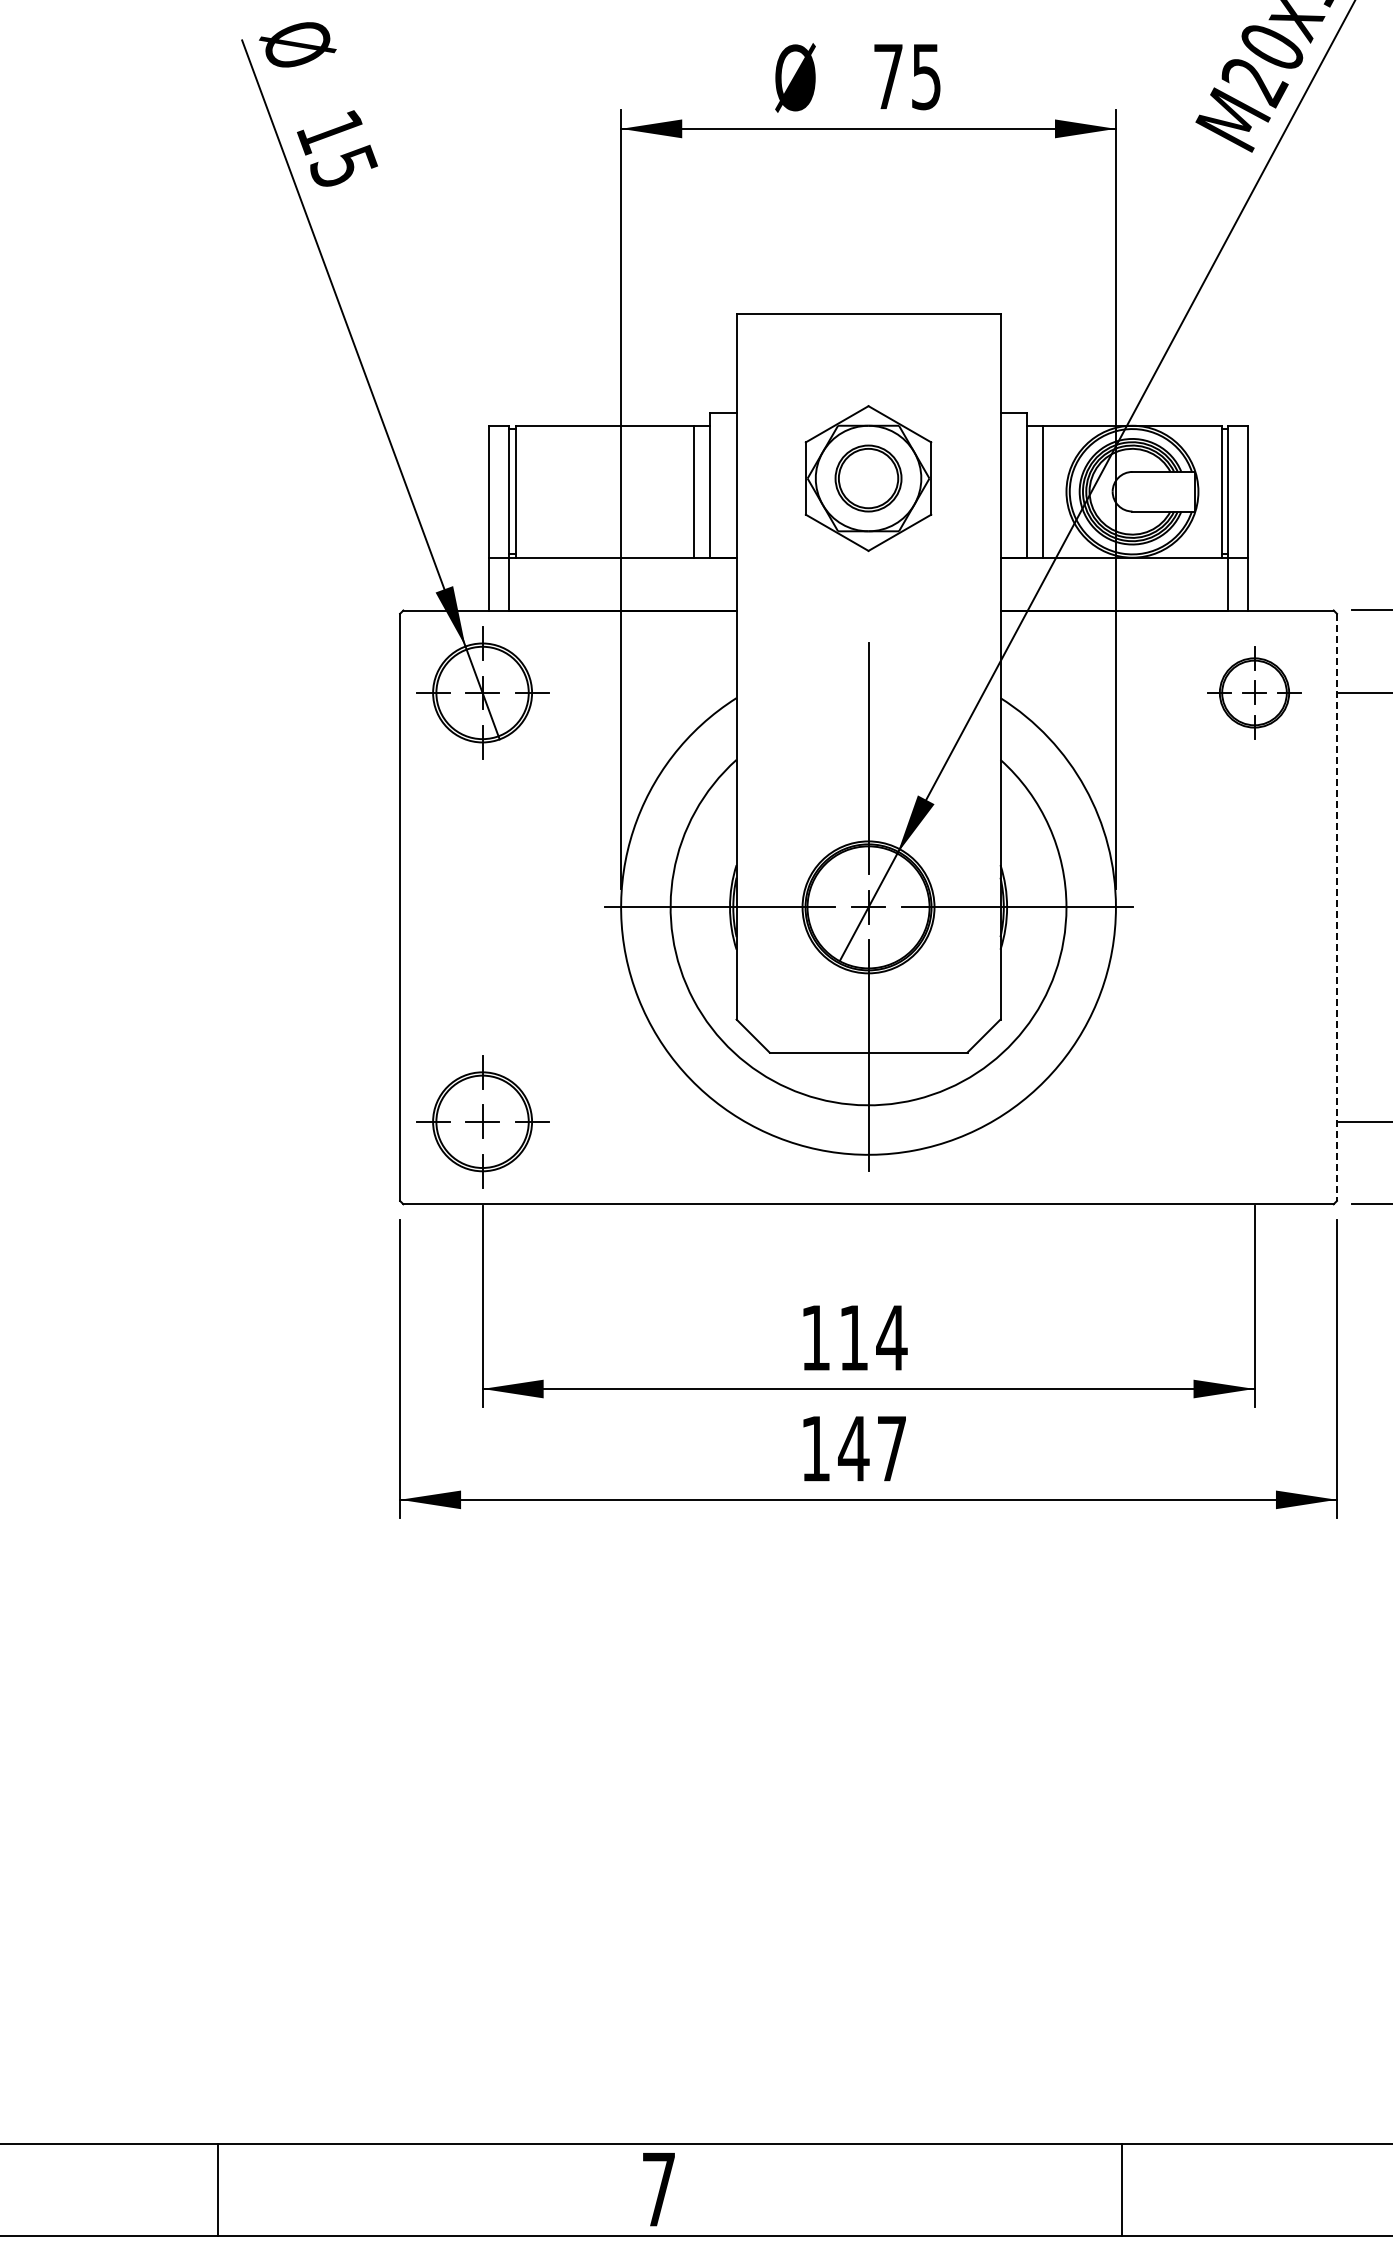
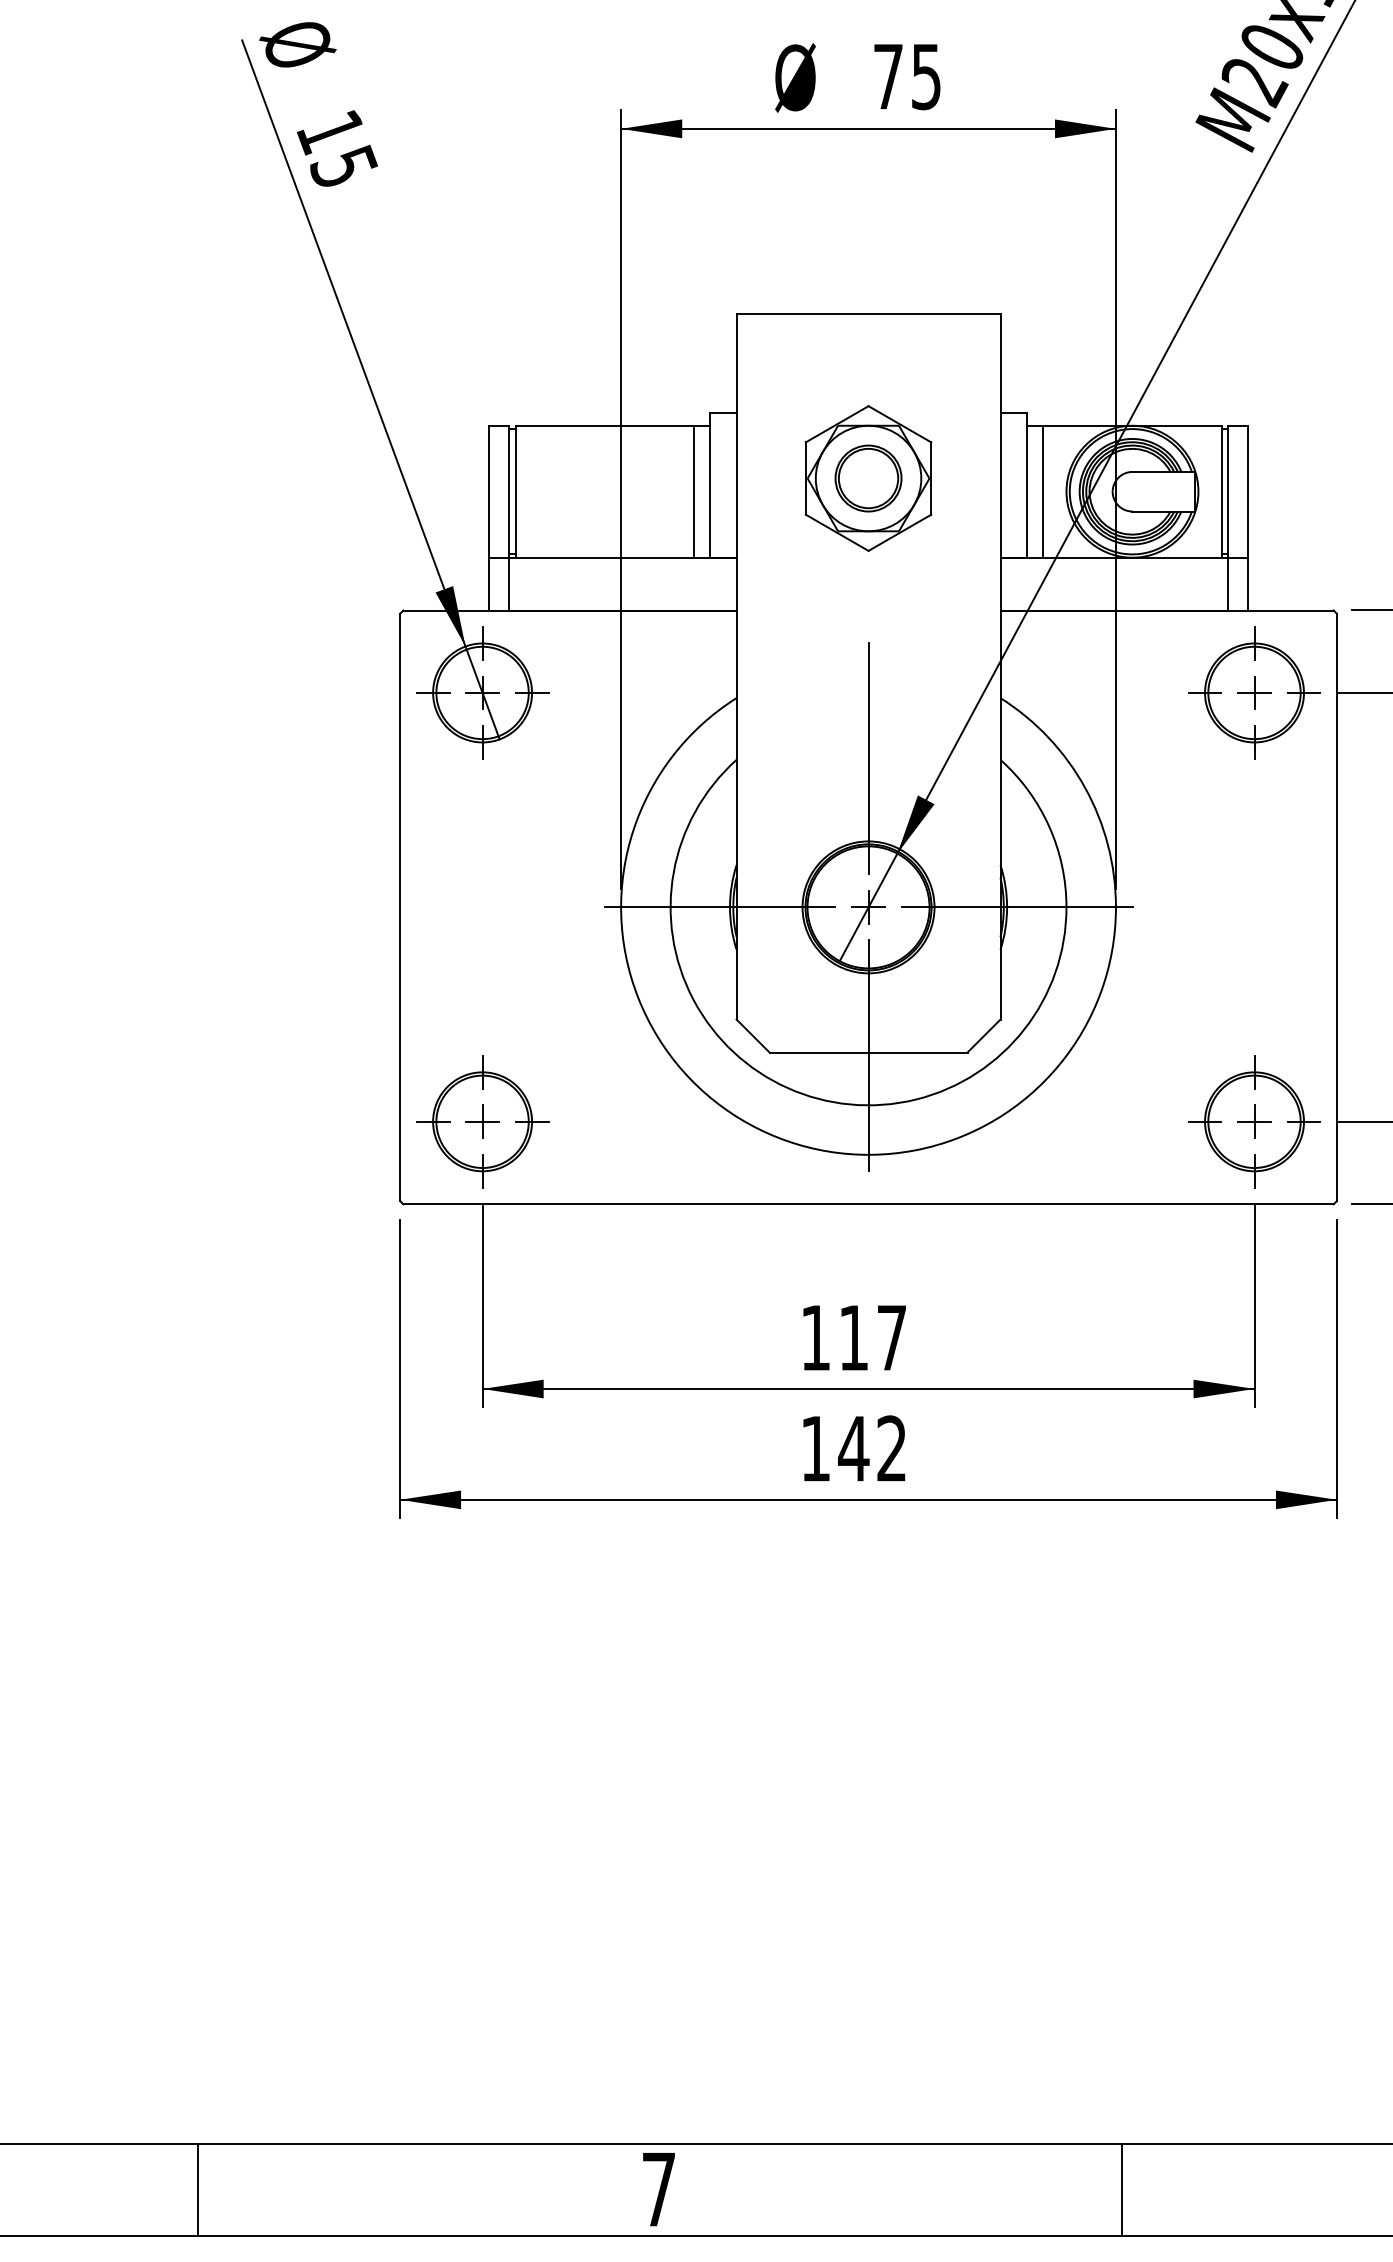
part at (1254, 692) size: 95x94 px -> 133x134 px
line at (1336, 907): dashed -> solid
part at (1254, 1121): none -> present
text at (891, 1337): 114 -> 117
text at (891, 1448): 147 -> 142
line at (218, 2189) position: (218, 2189) -> (198, 2189)
